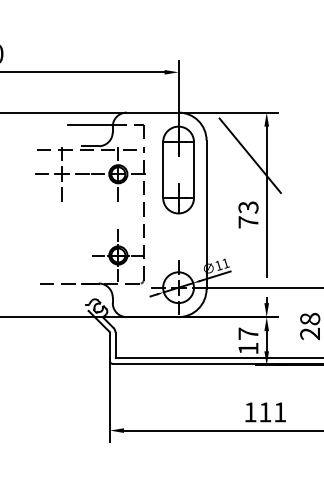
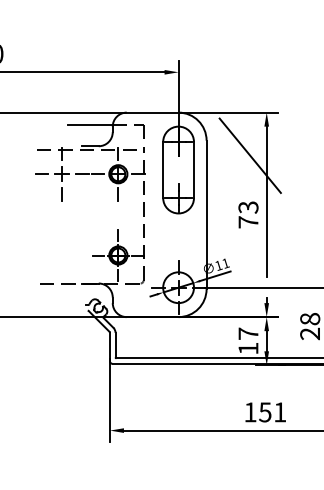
text at (265, 412): 111 -> 151
